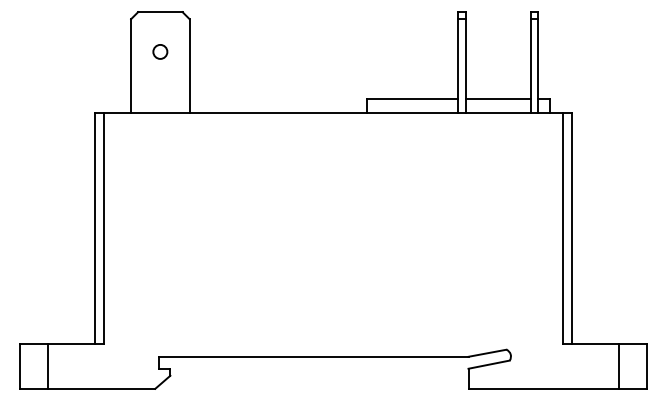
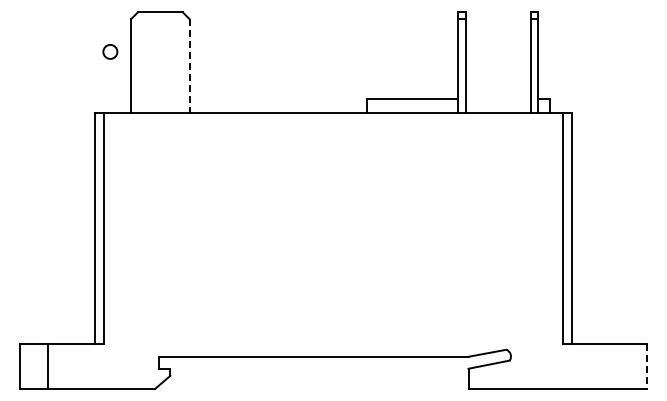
circle at (160, 51) position: (160, 51) -> (110, 51)
line at (189, 65): solid -> dashed
line at (497, 98): present -> none
line at (618, 366): present -> none
line at (646, 367): solid -> dashed
